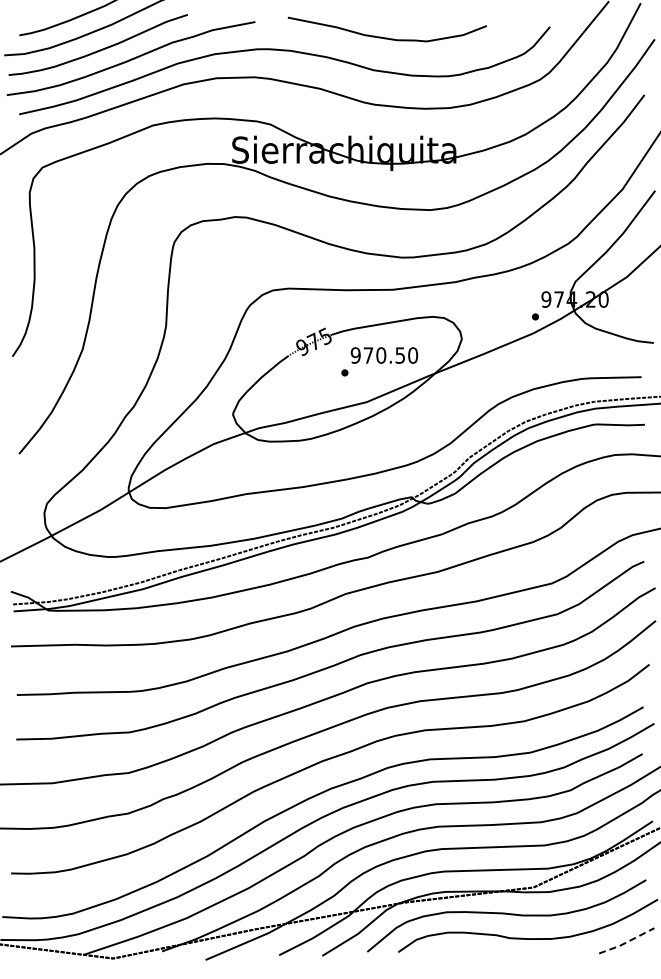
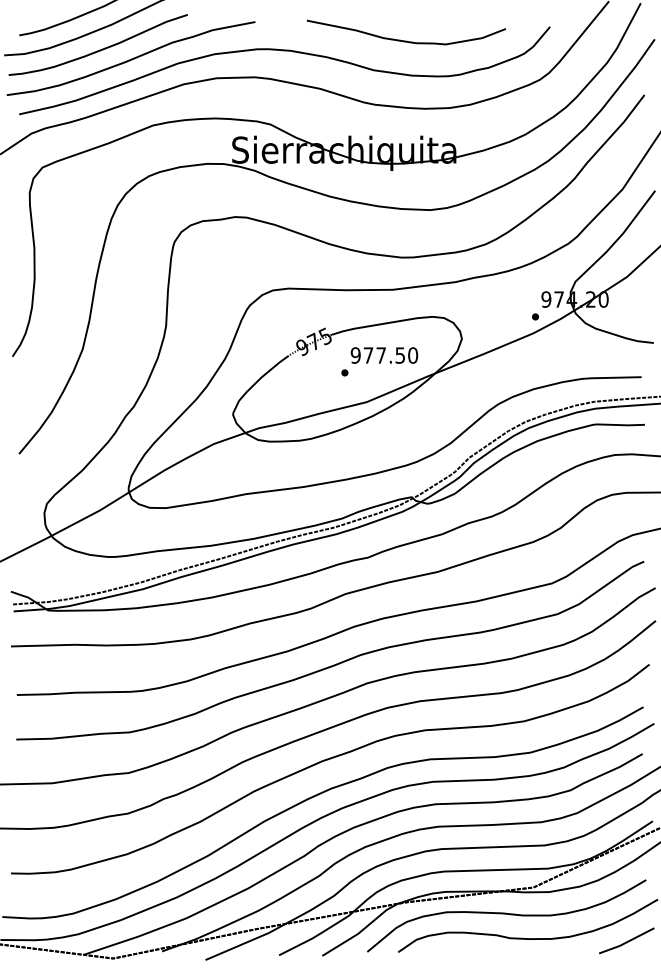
curve at (387, 37) position: (387, 37) -> (406, 40)
text at (381, 355): 970.50 -> 977.50
line at (626, 942): dashed -> solid
